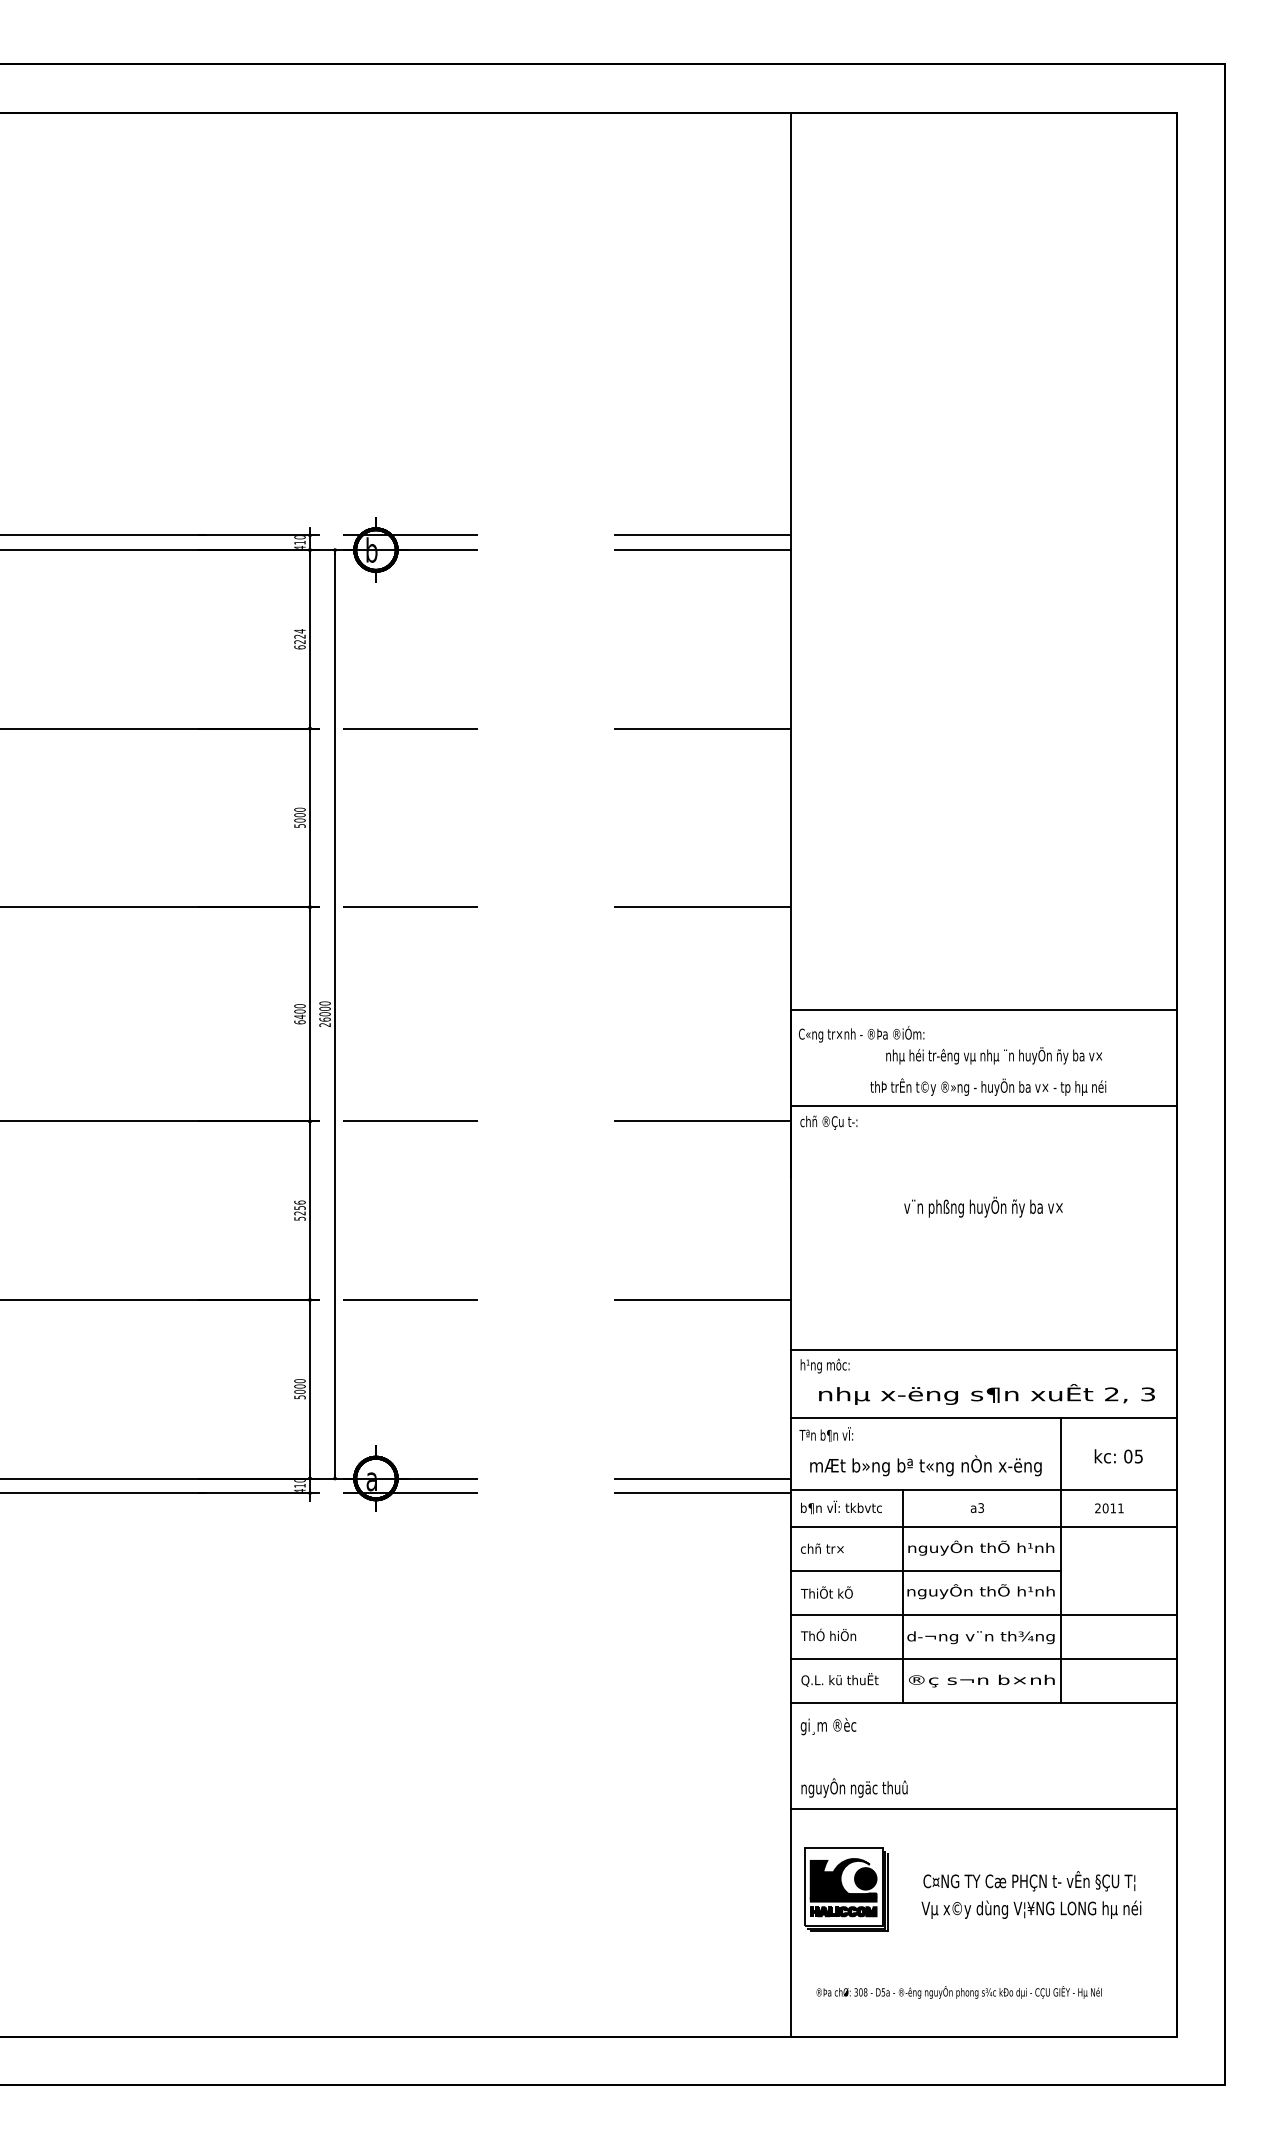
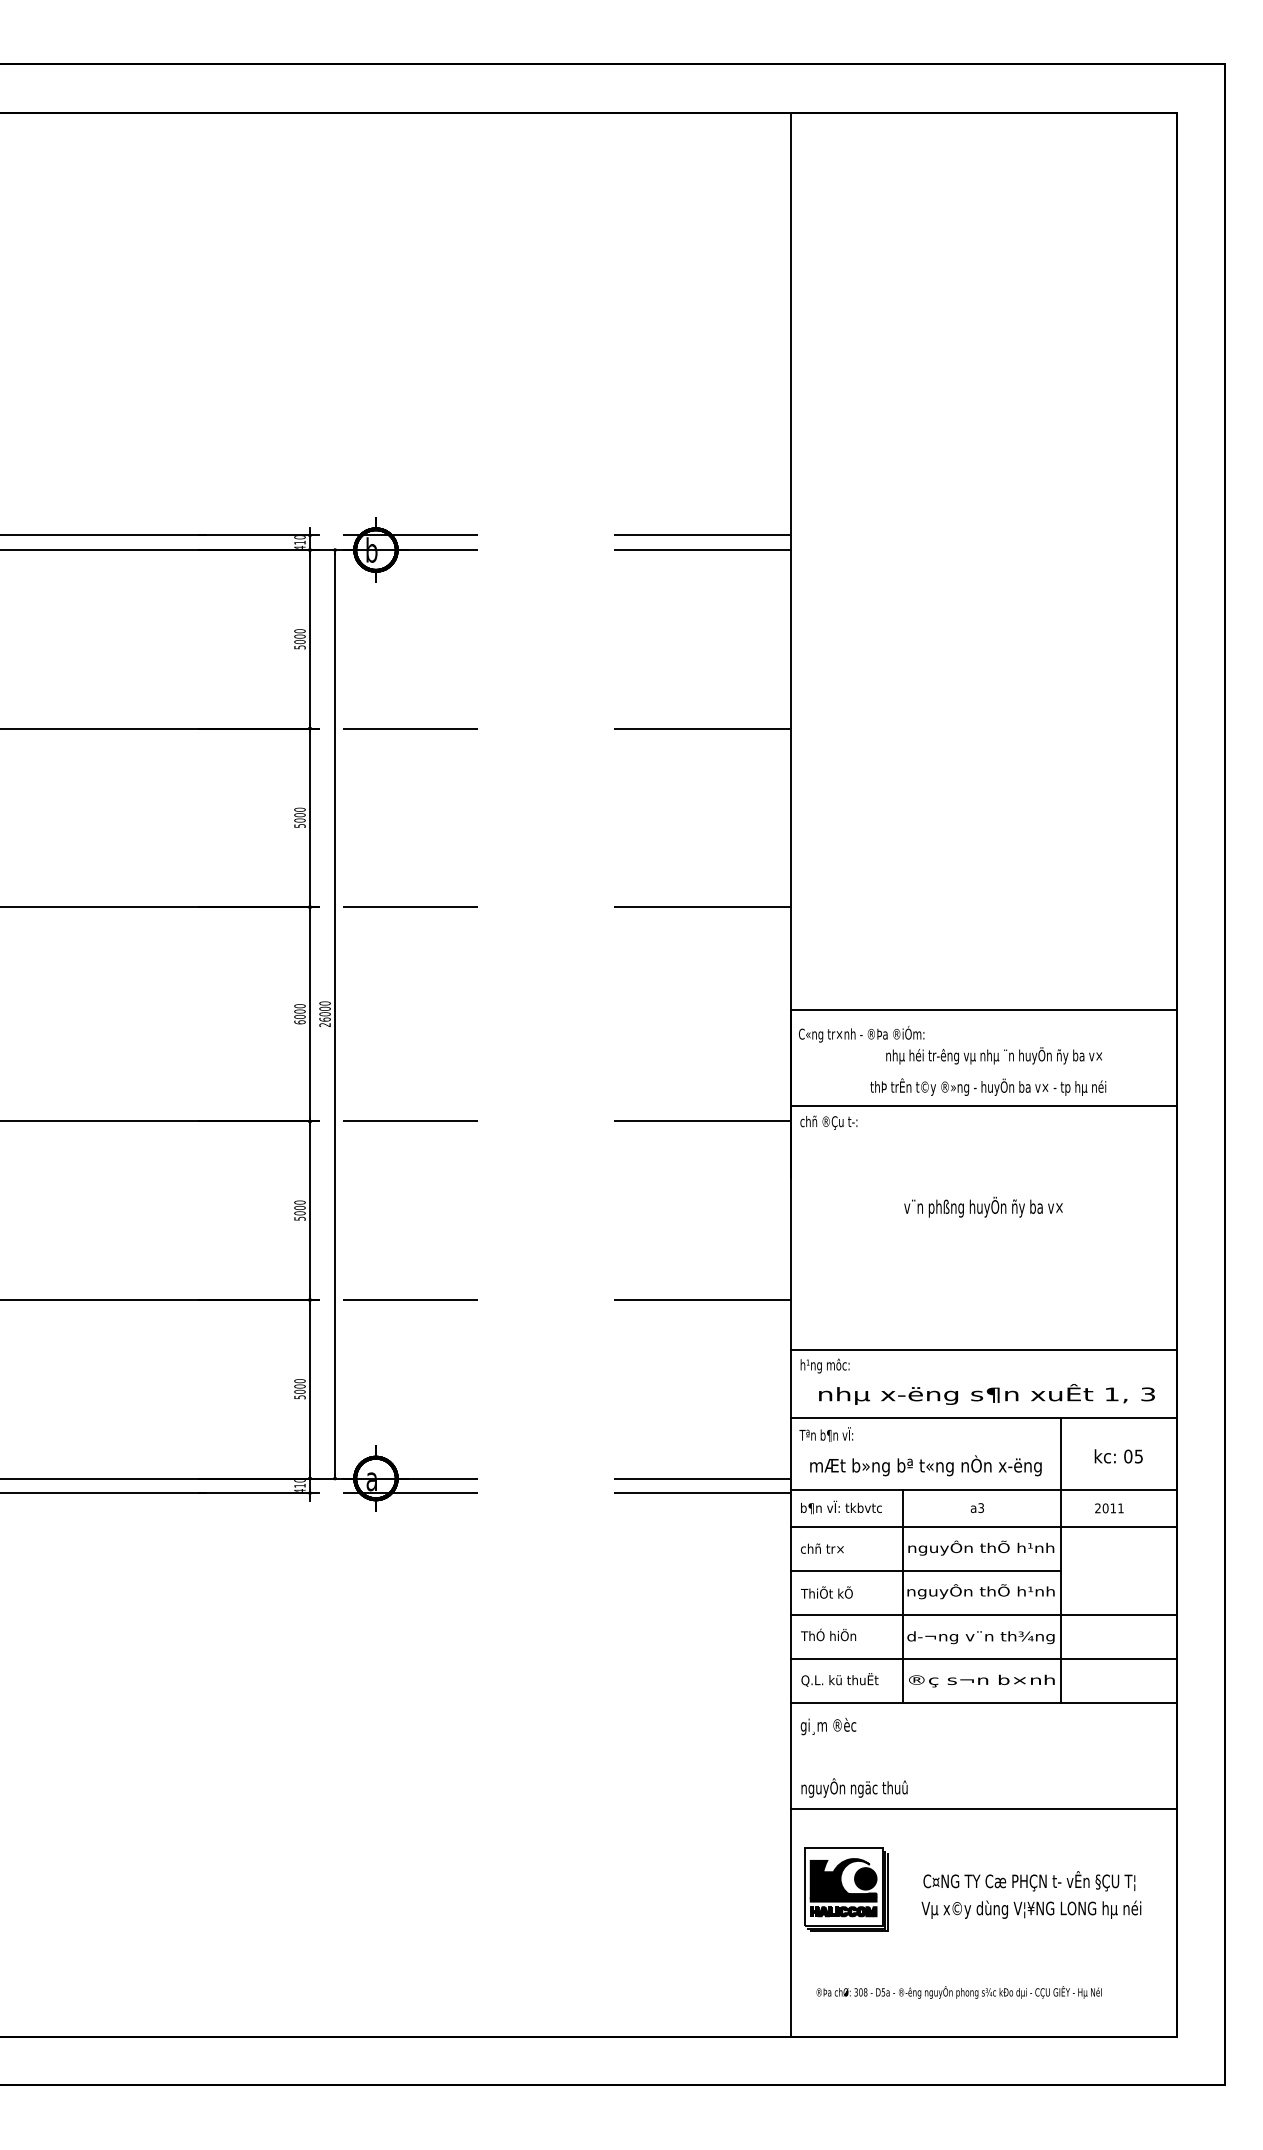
text at (299, 639): 6224 -> 5000
text at (299, 1016): 6400 -> 6000
text at (299, 1207): 5256 -> 5000
text at (1111, 1394): 2, -> 1,
